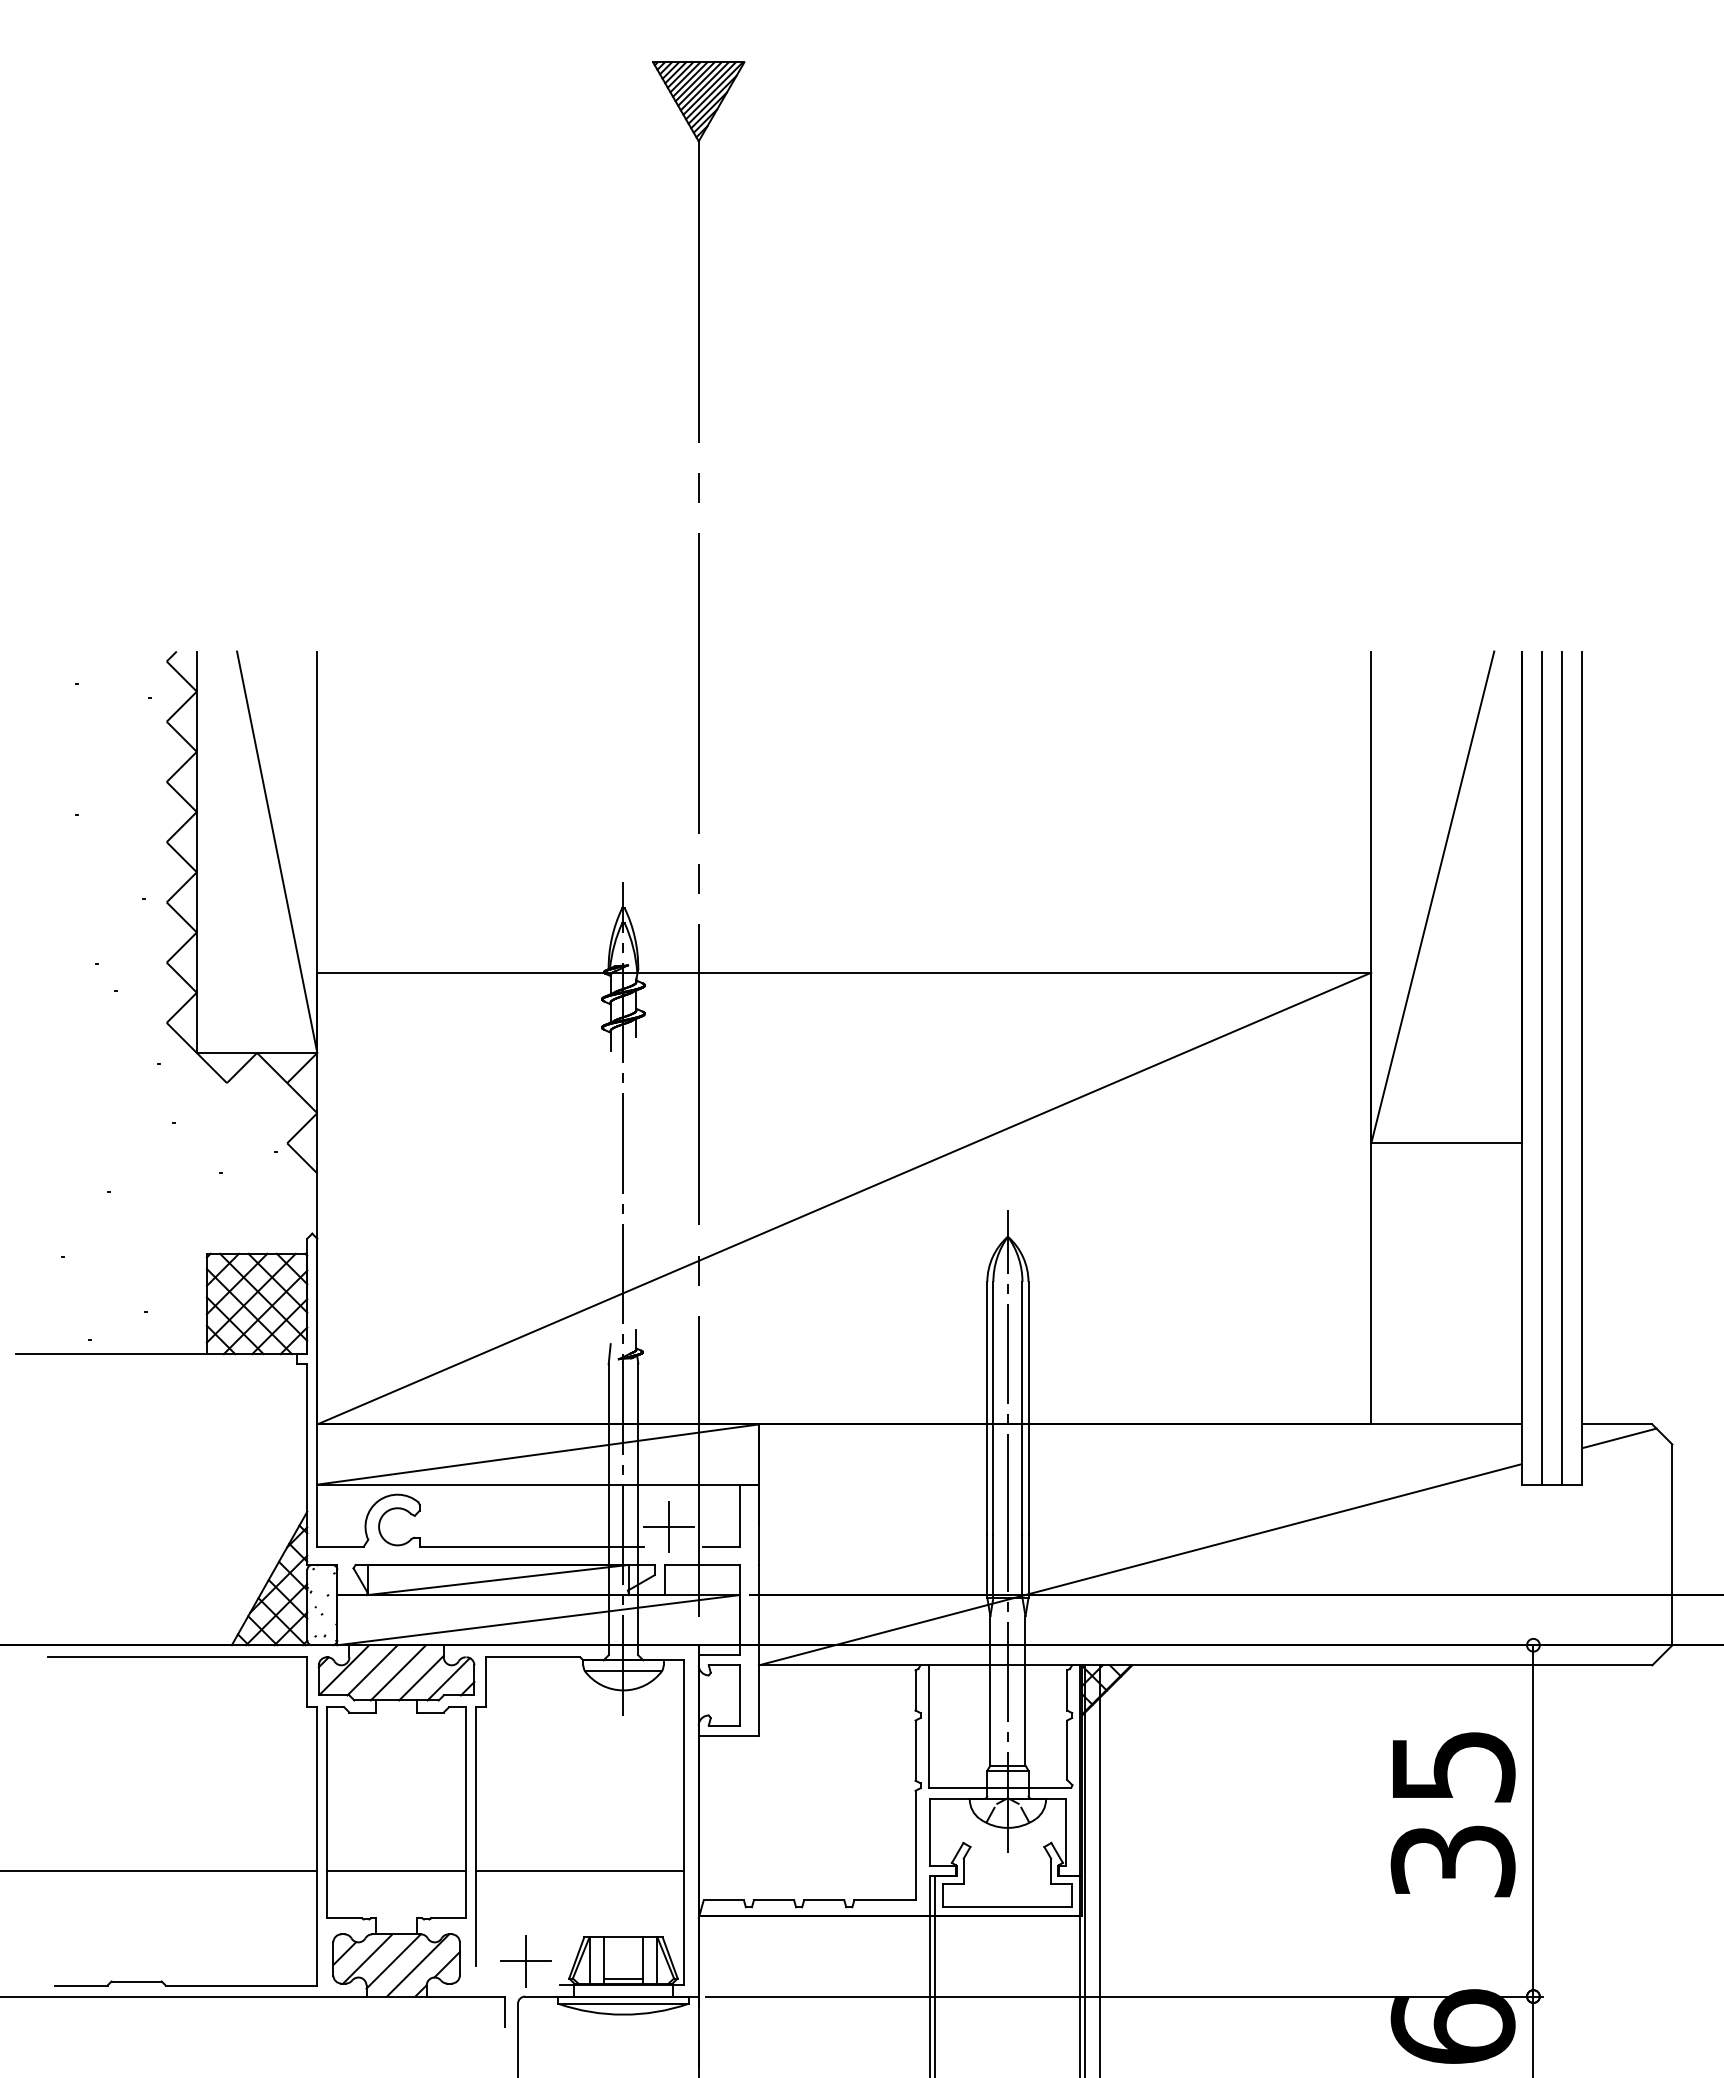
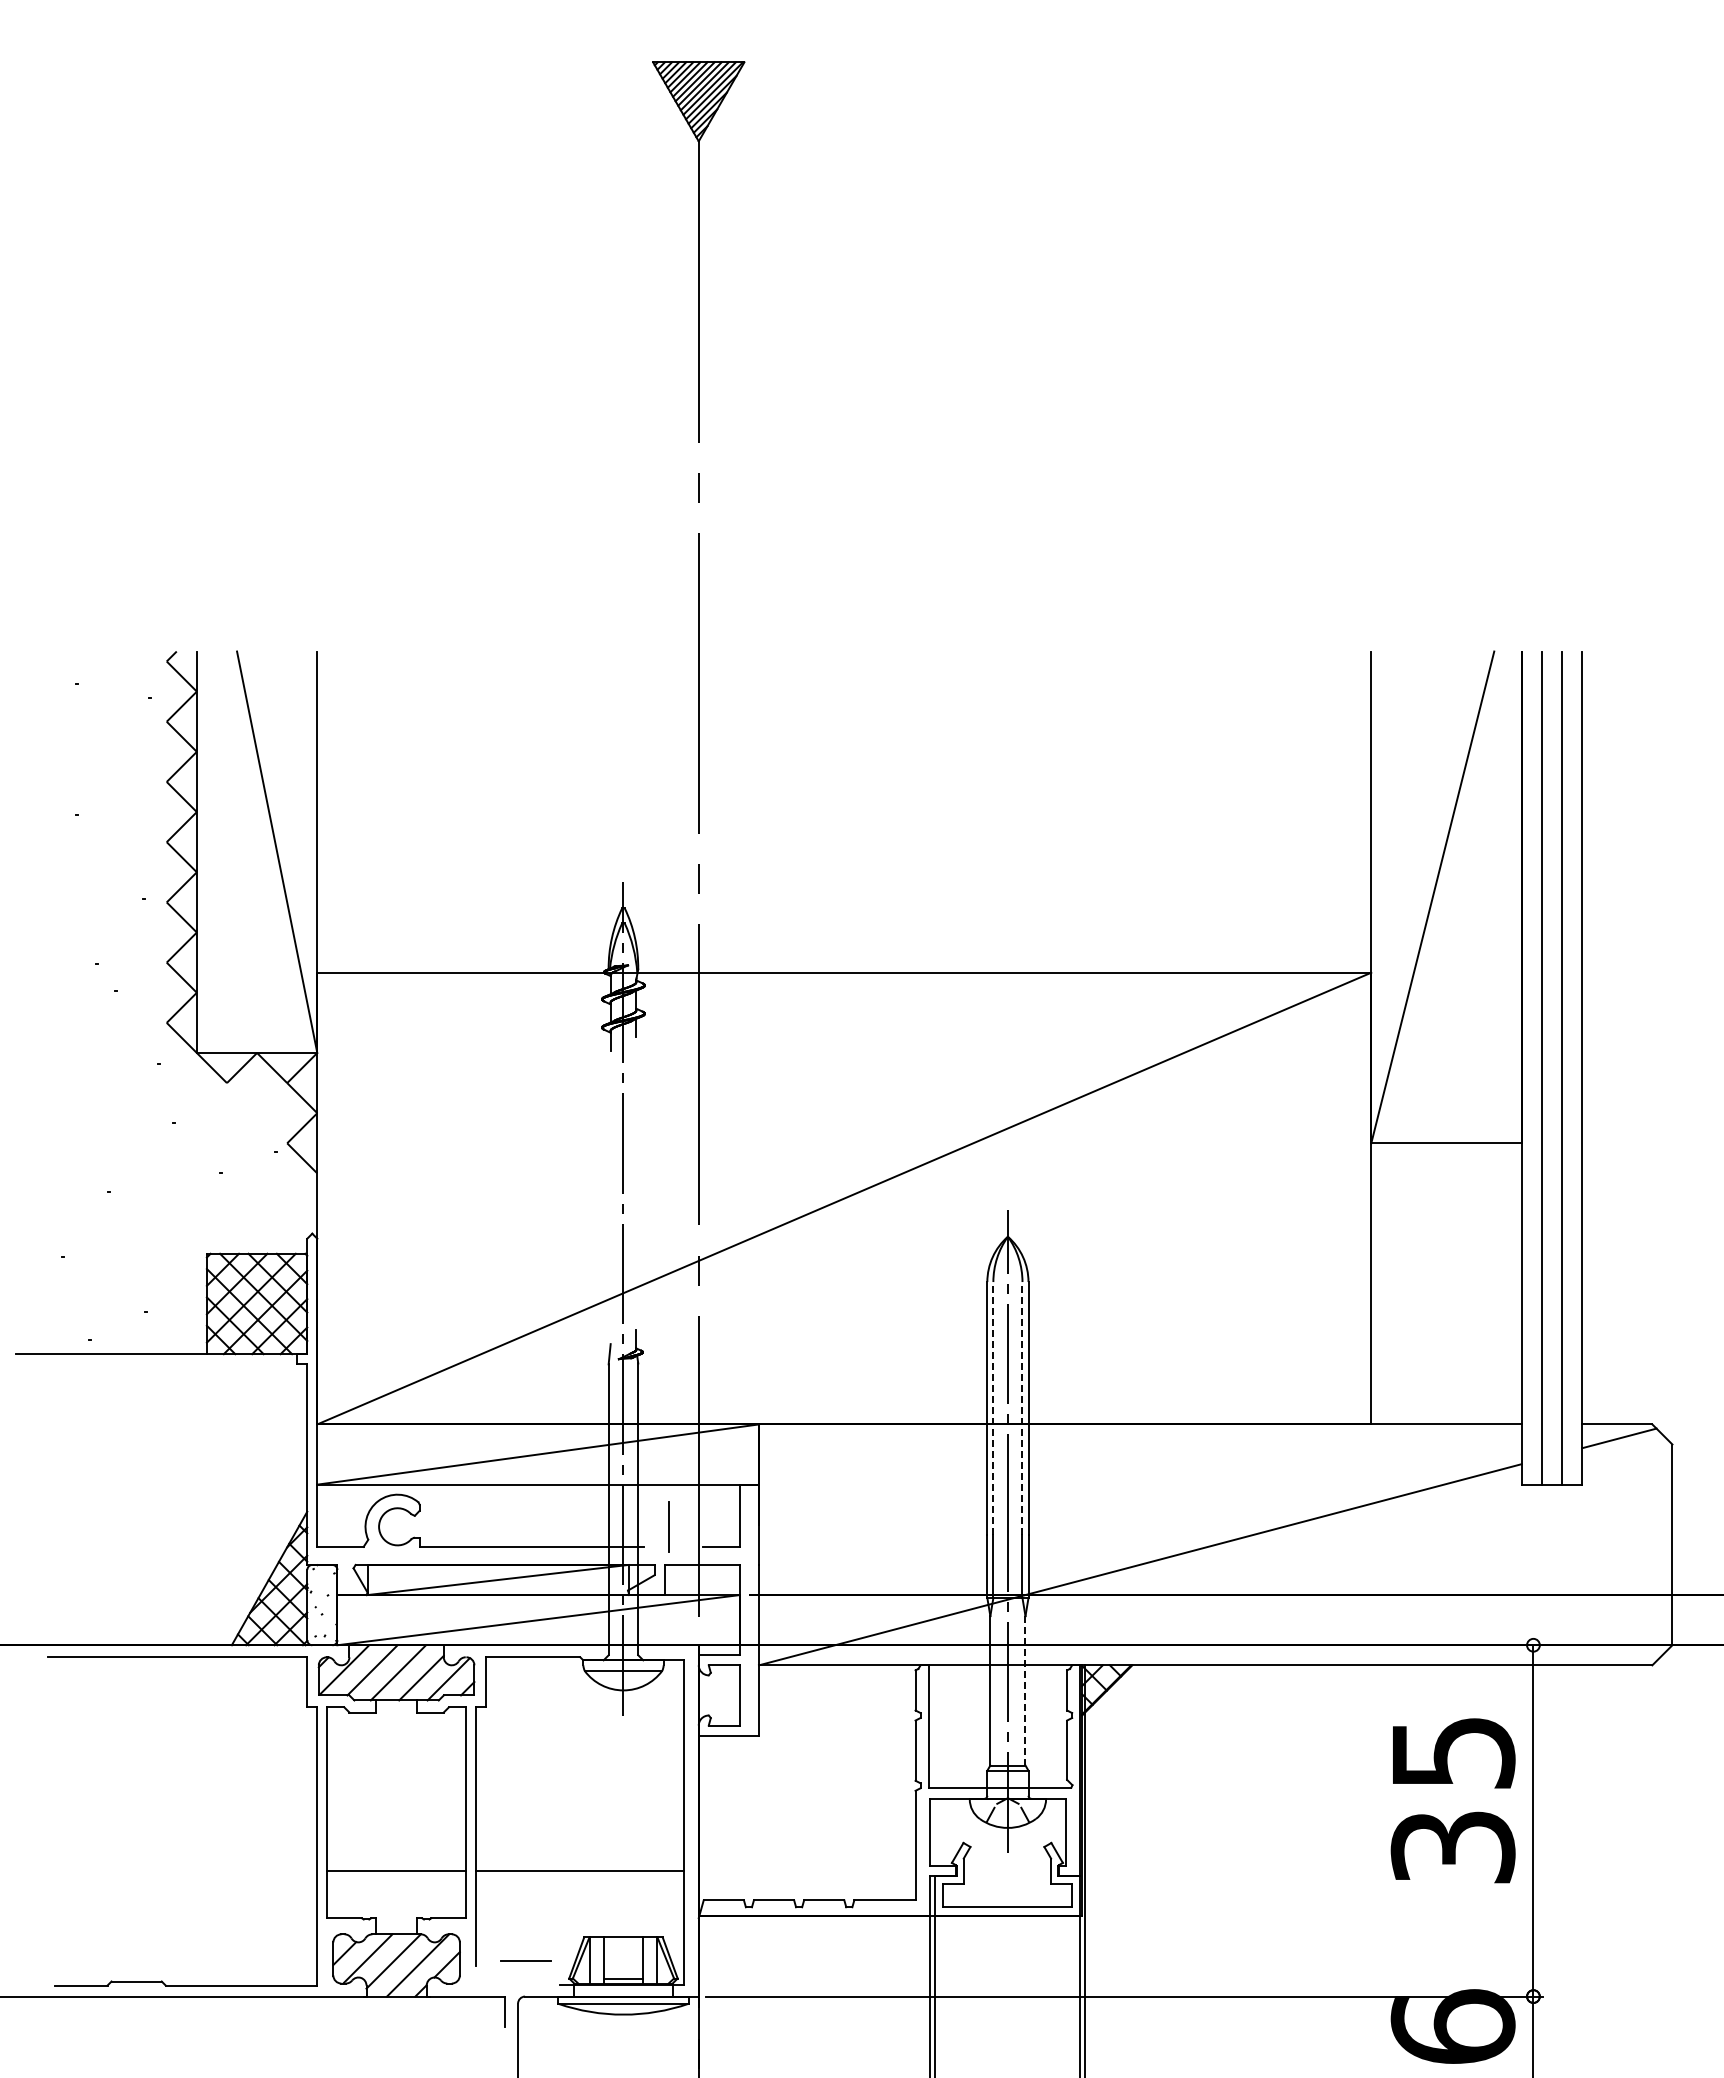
line at (993, 1407): solid -> dashed
line at (1022, 1407): solid -> dashed
line at (668, 1526): present -> none
line at (1025, 1690): solid -> dashed
text at (1452, 1814) position: (1452, 1814) -> (1452, 1800)
line at (1100, 1869): present -> none
line at (159, 1871): present -> none
line at (526, 1961): present -> none
